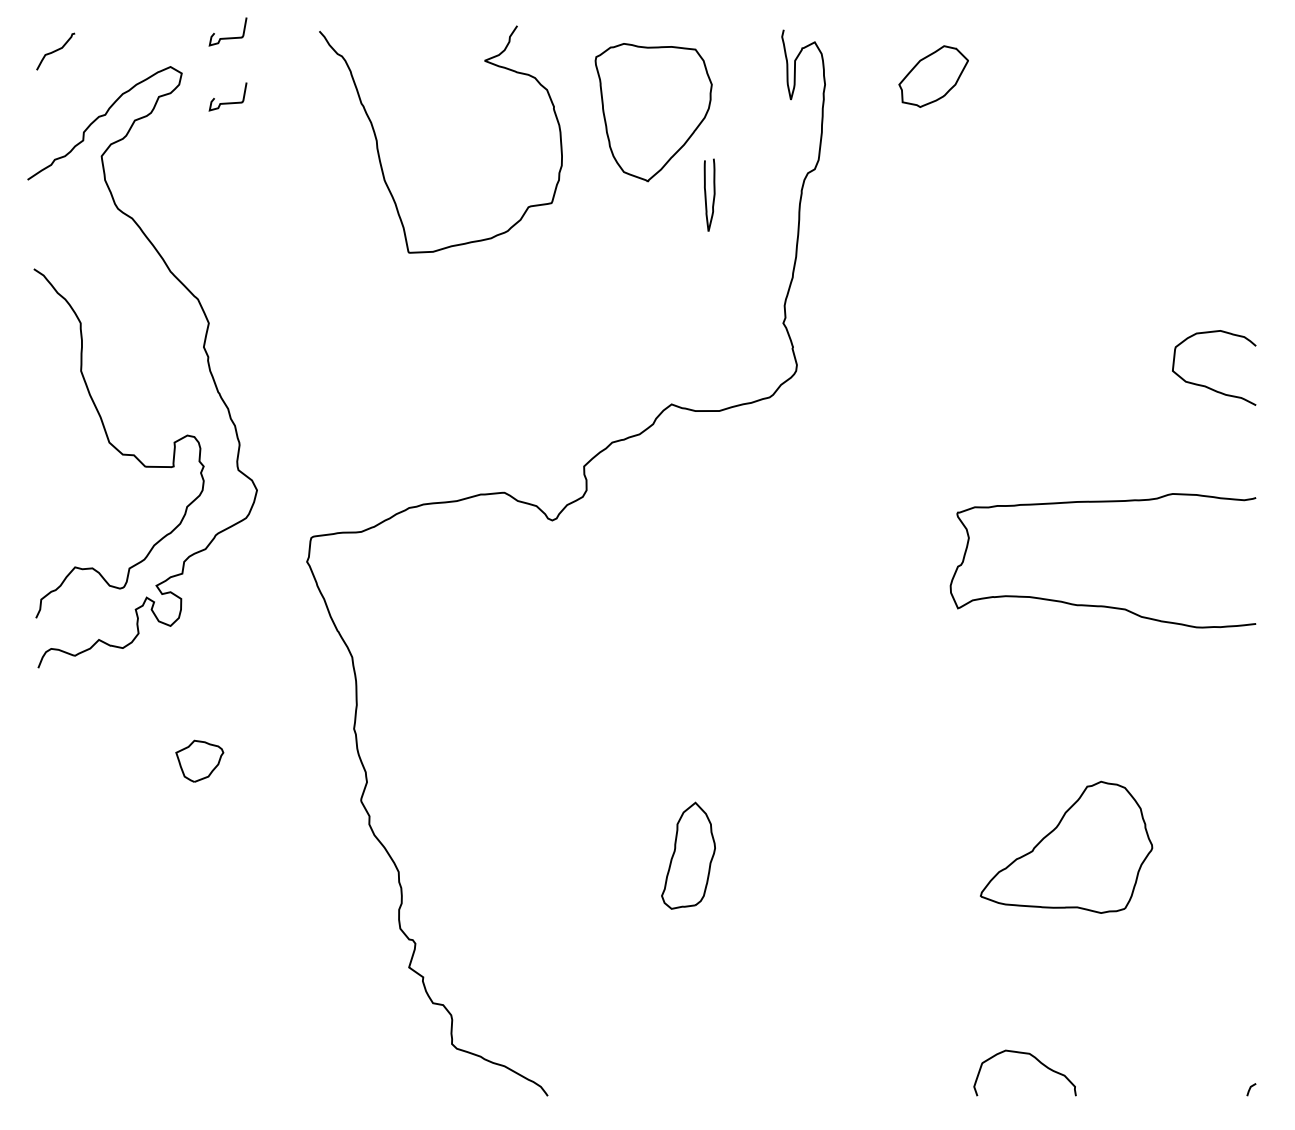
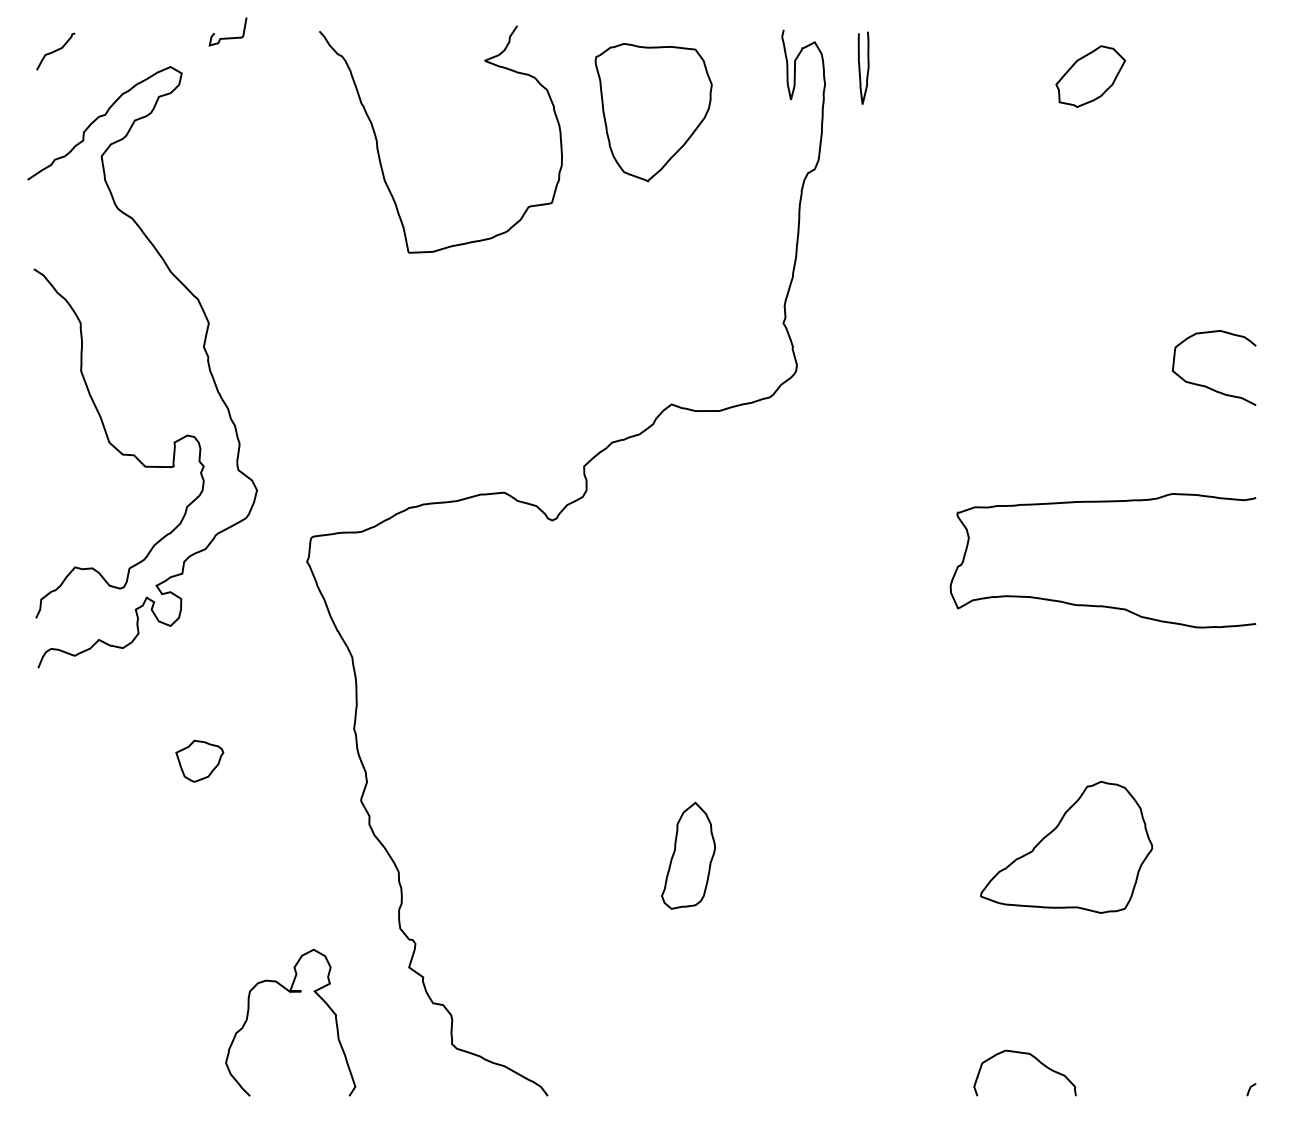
part at (933, 76) position: (933, 76) -> (1090, 76)
curve at (227, 102): present -> none
curve at (706, 194) position: (706, 194) -> (860, 67)
curve at (290, 992): none -> present
